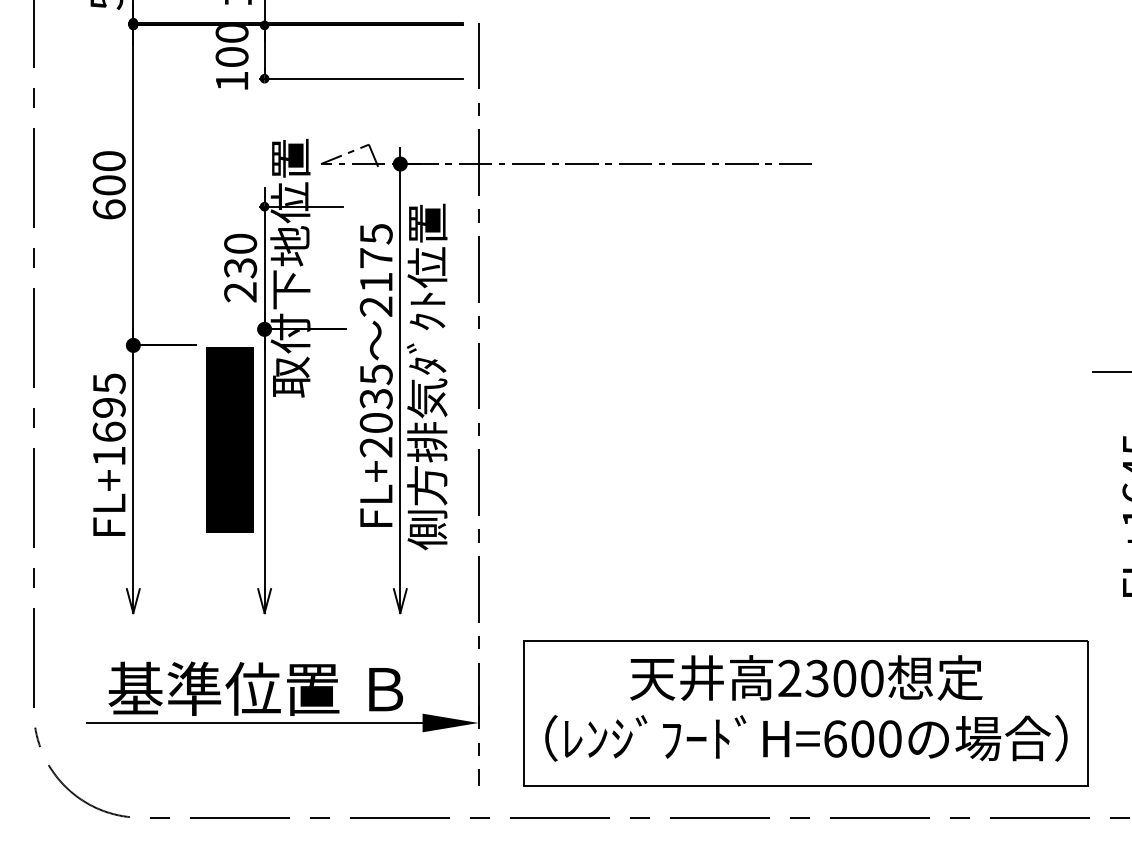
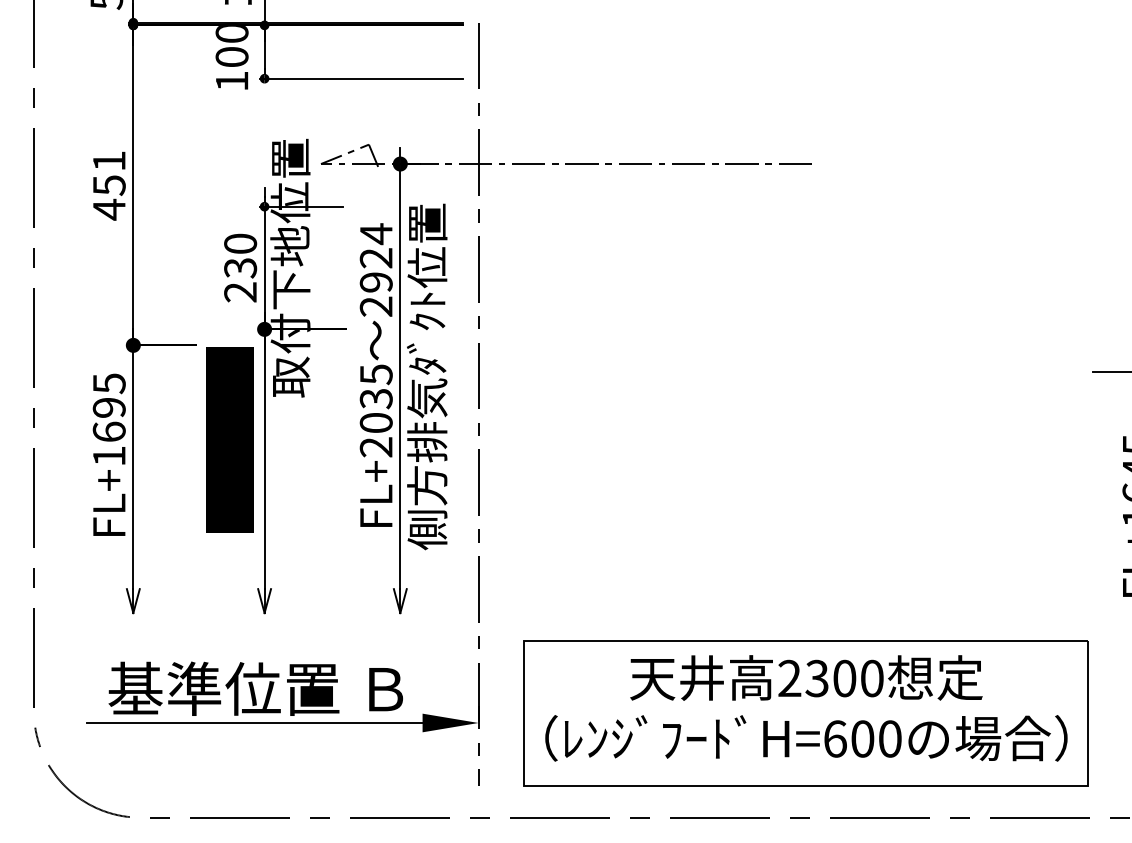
text at (108, 185): 600 -> 451
text at (375, 257): 2175 -> 2924
